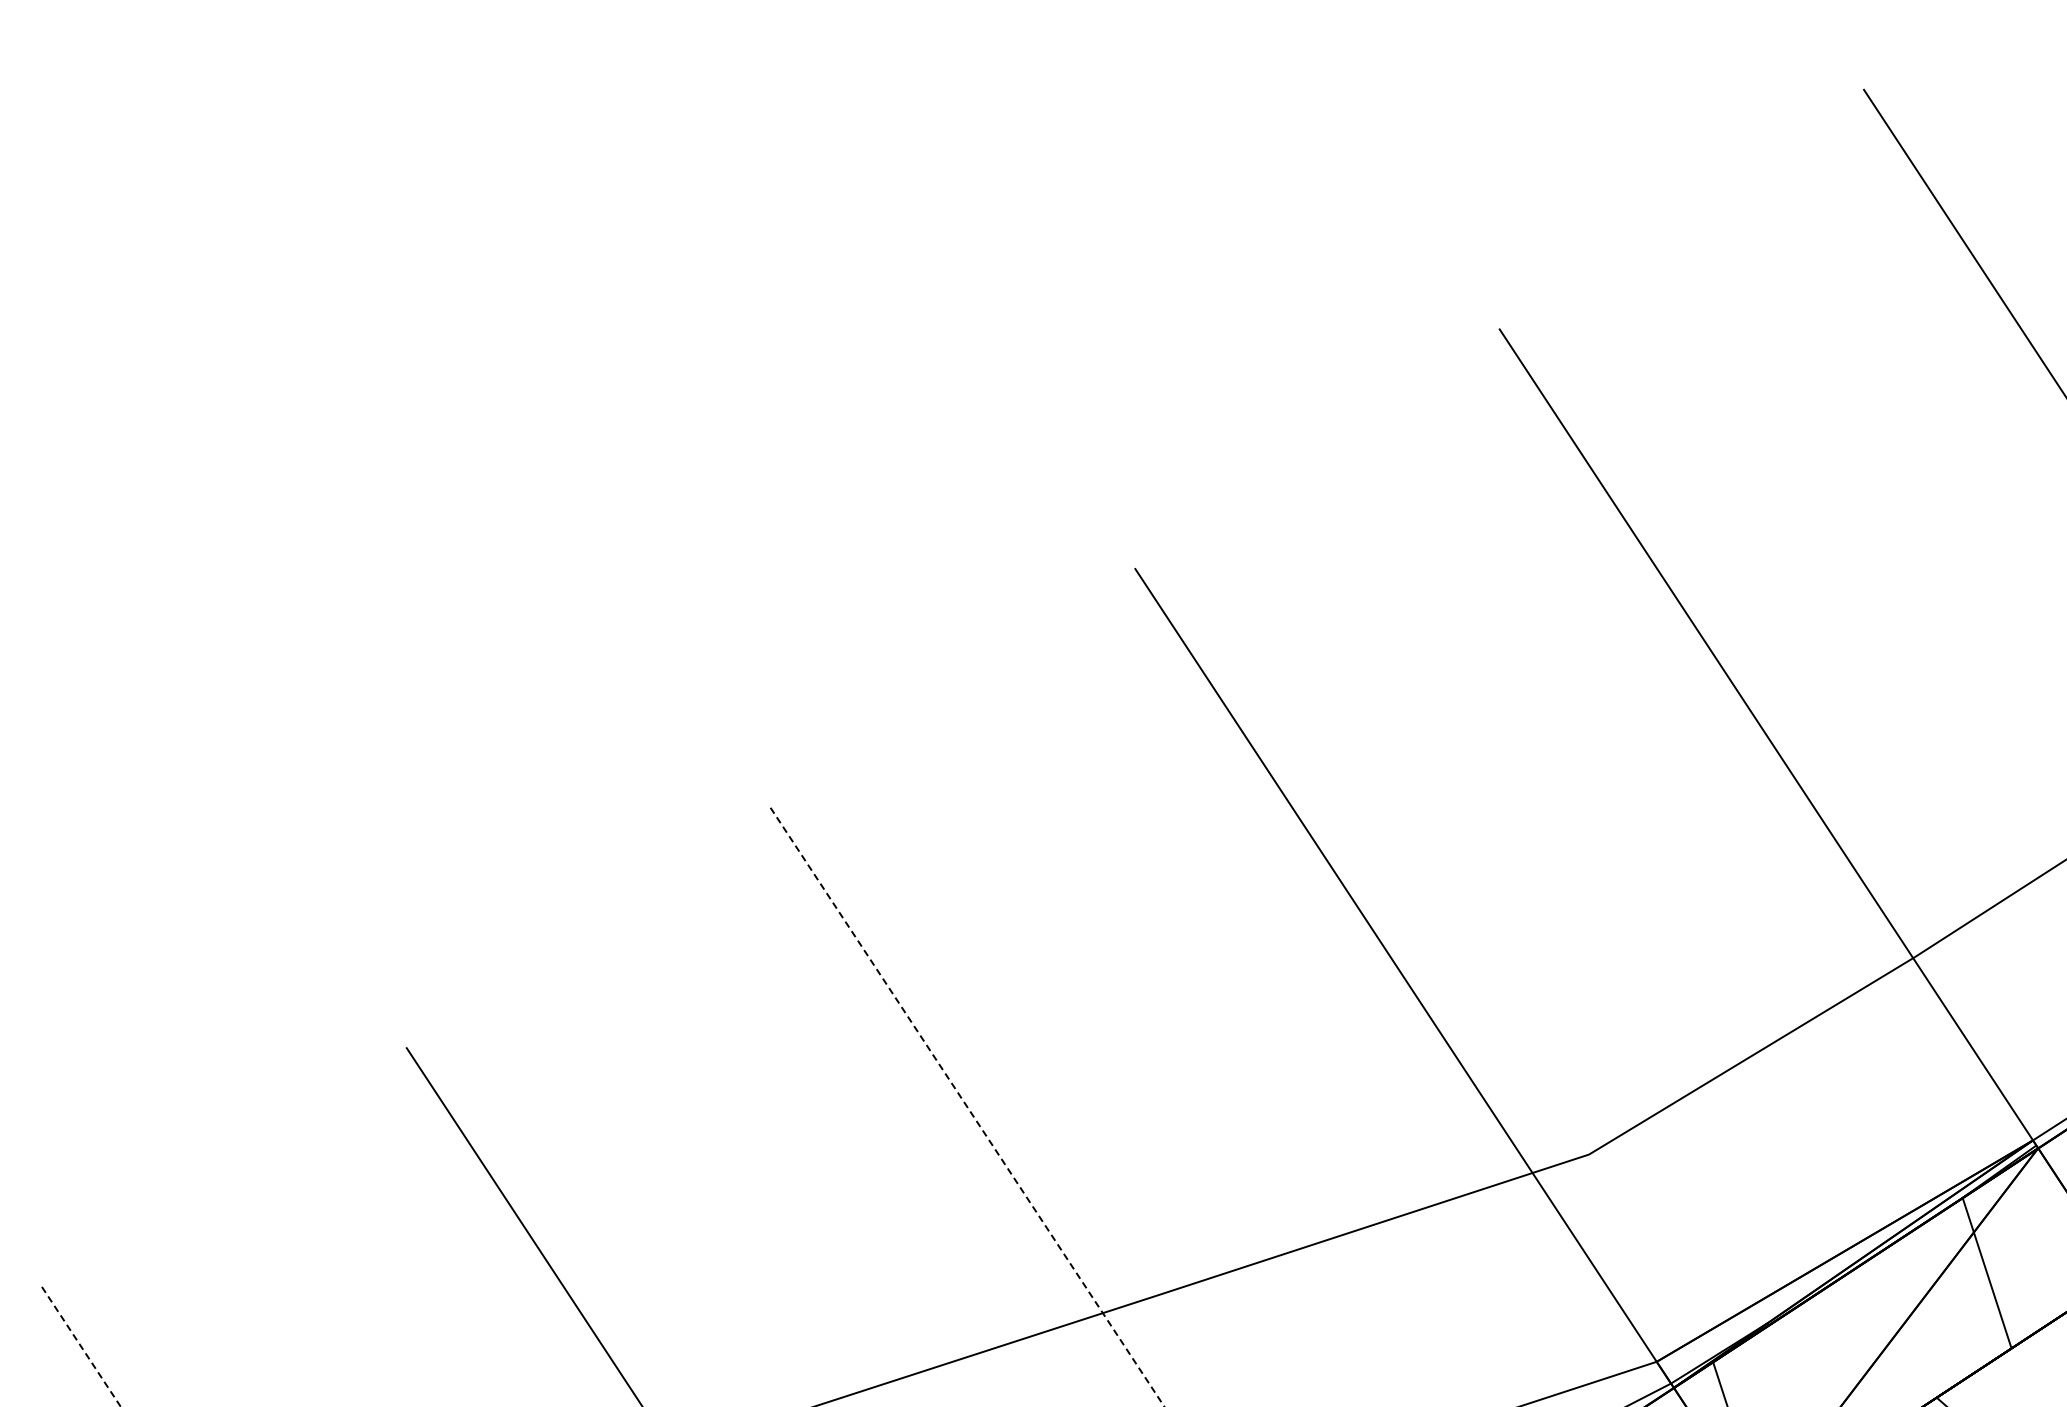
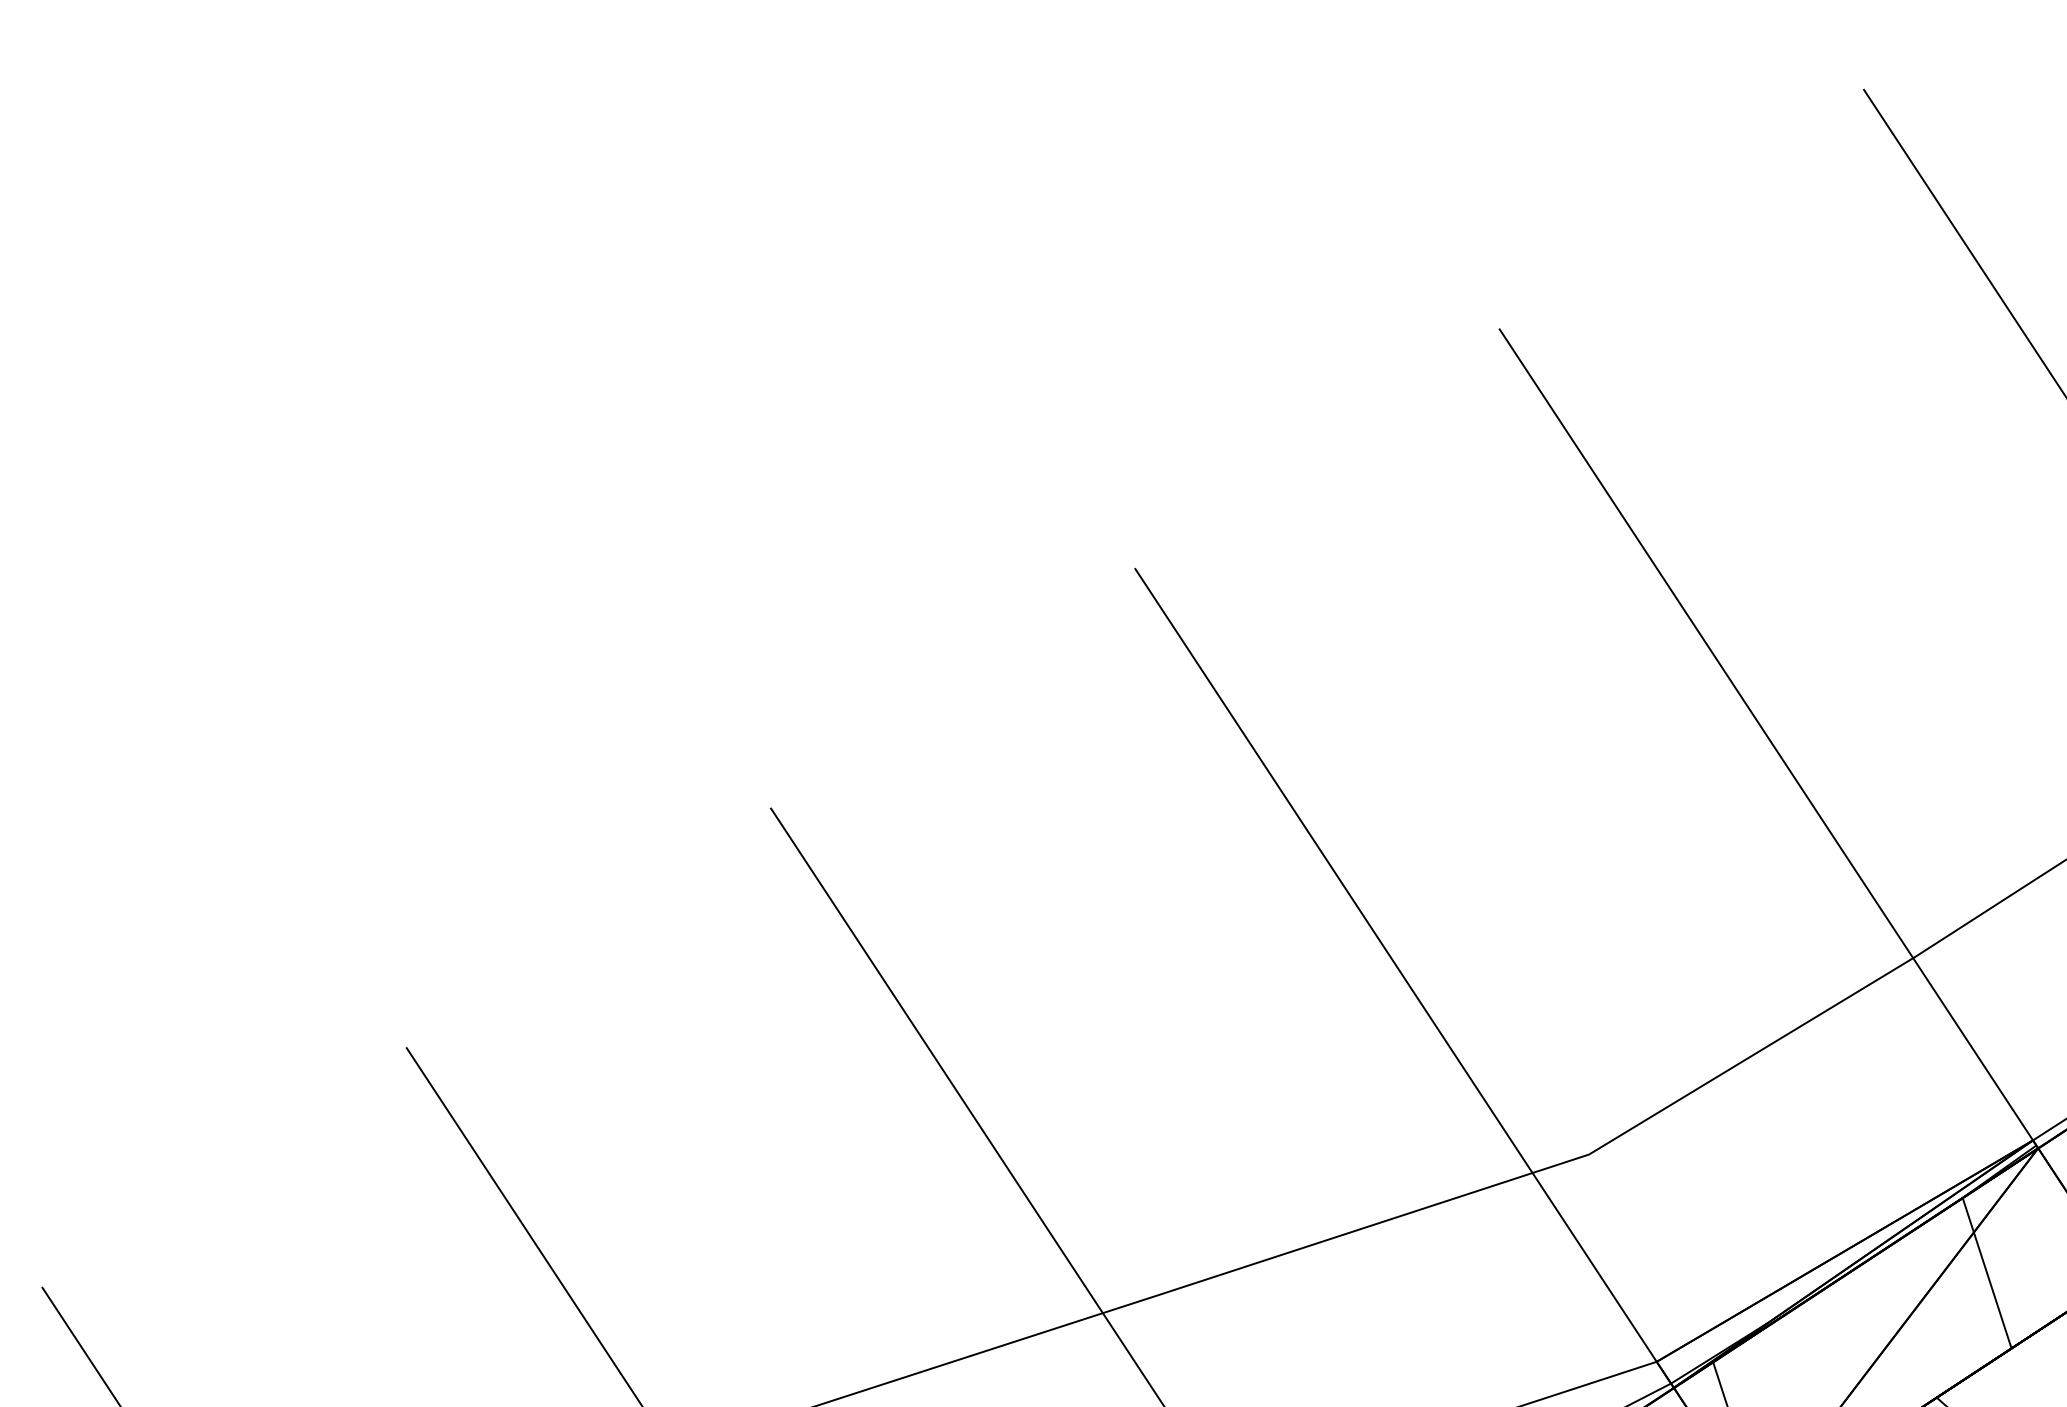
line at (967, 1107): dashed -> solid
line at (81, 1347): dashed -> solid
